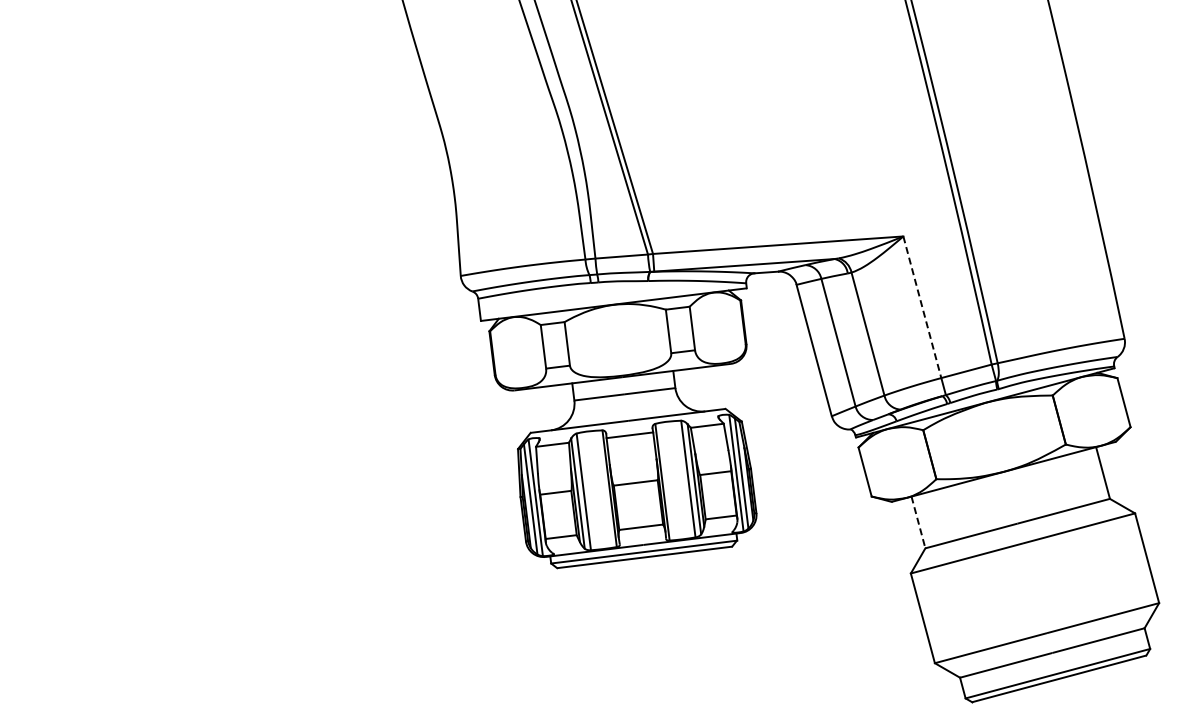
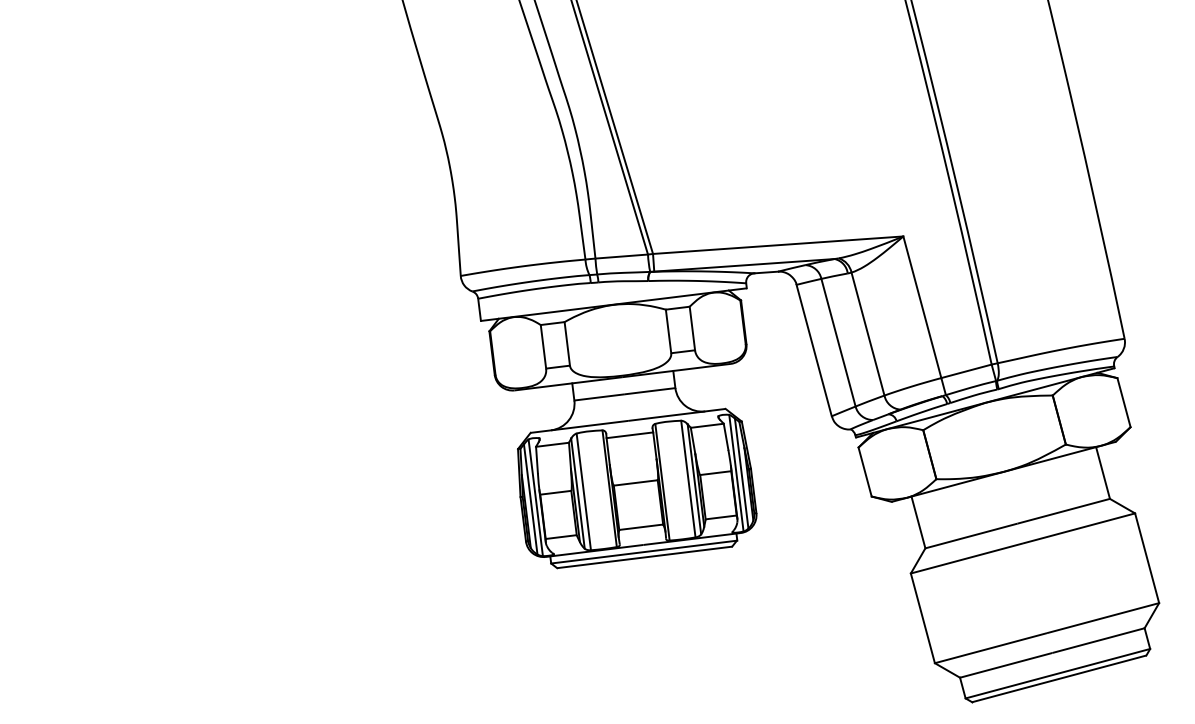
line at (922, 307): dashed -> solid
line at (918, 522): dashed -> solid
